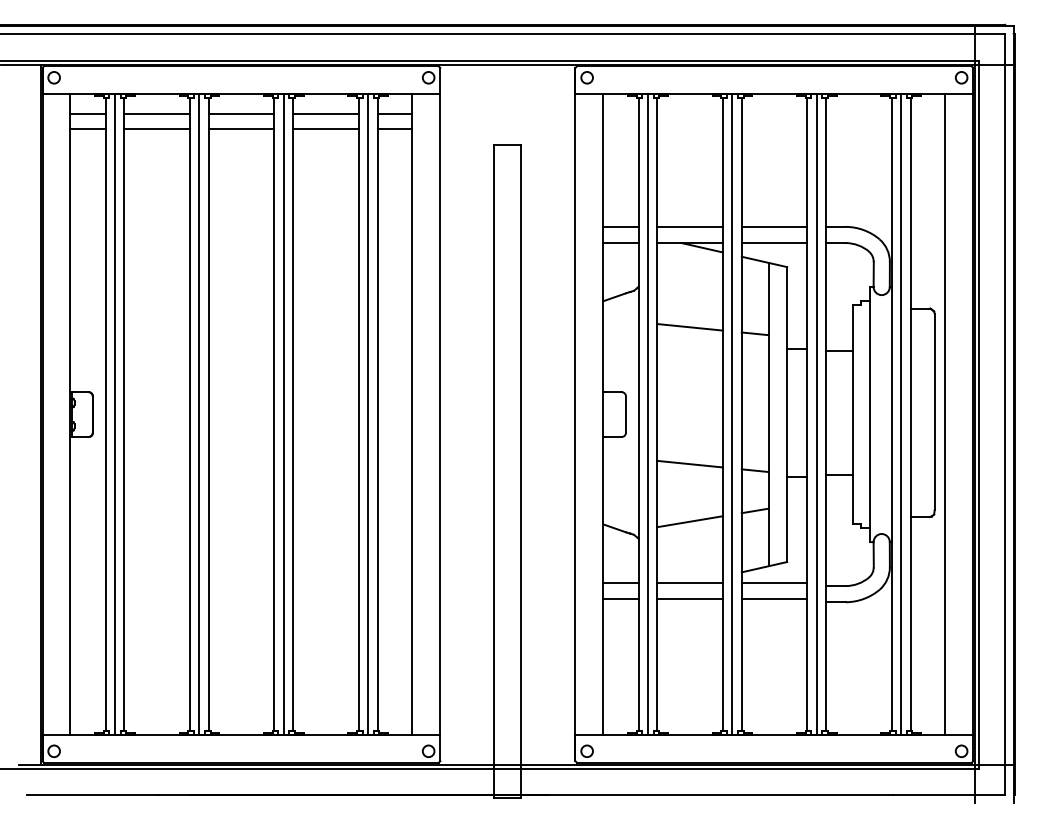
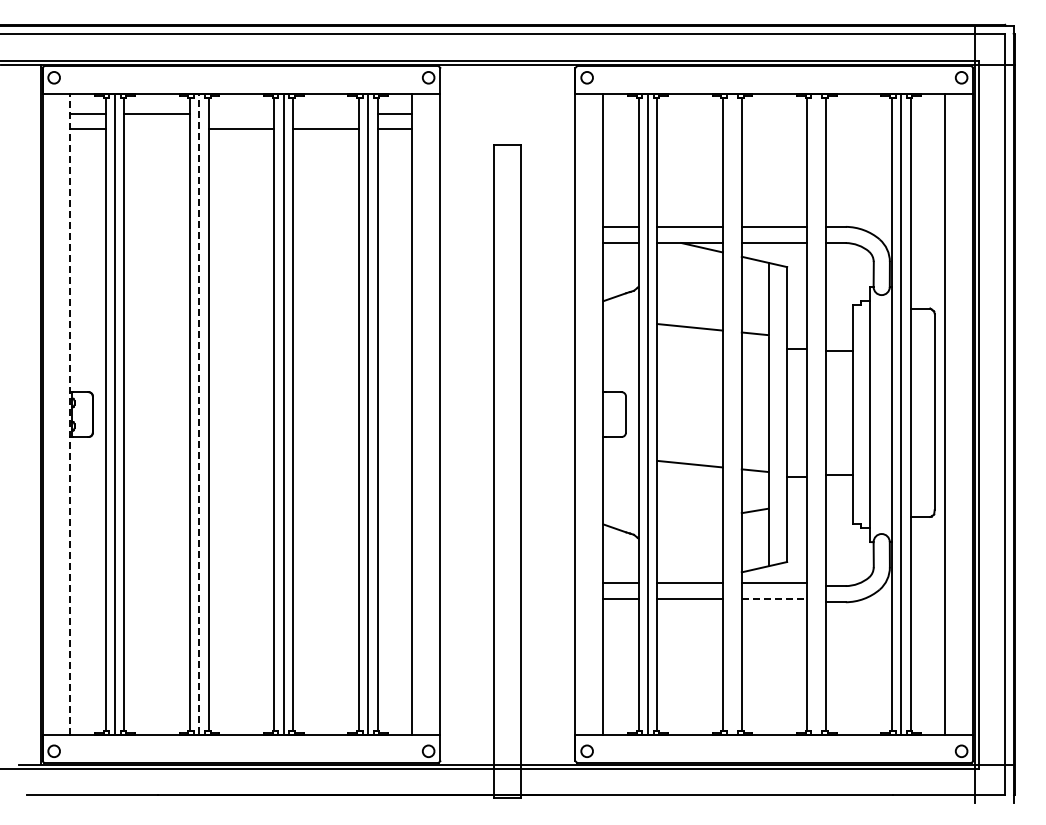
line at (241, 113): present -> none
line at (325, 113): present -> none
line at (156, 129): present -> none
line at (70, 414): solid -> dashed
line at (199, 414): solid -> dashed
line at (732, 414): present -> none
line at (816, 414): present -> none
line at (689, 521): present -> none
line at (774, 598): solid -> dashed
